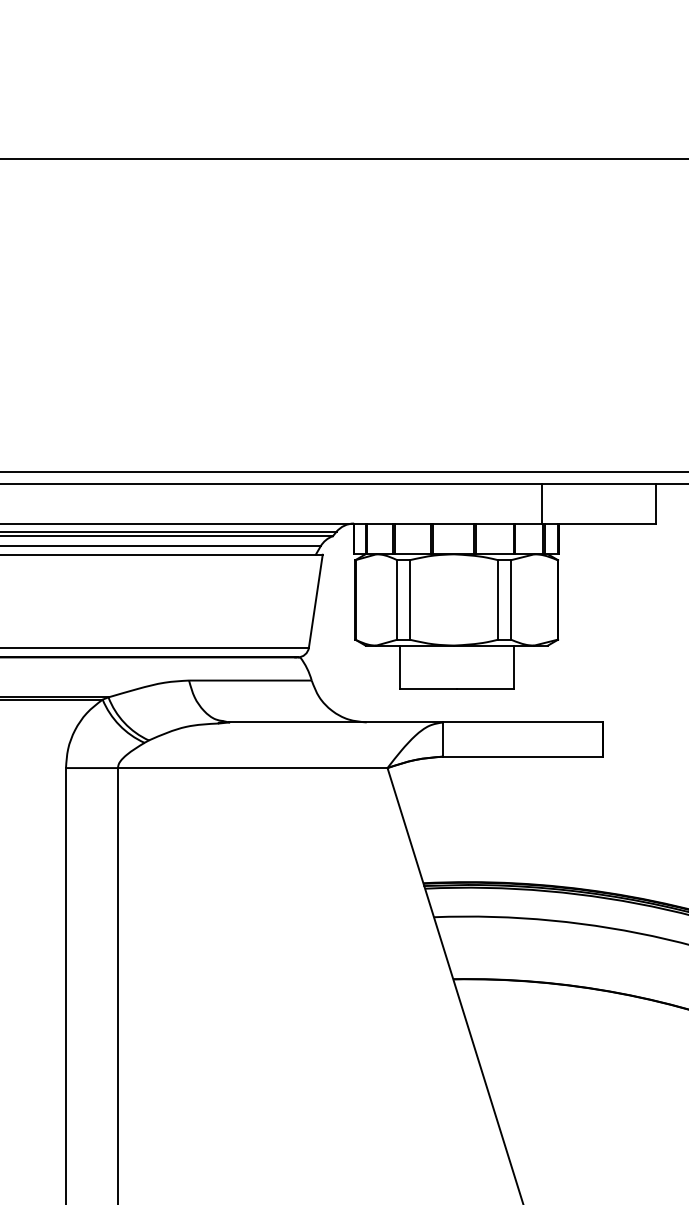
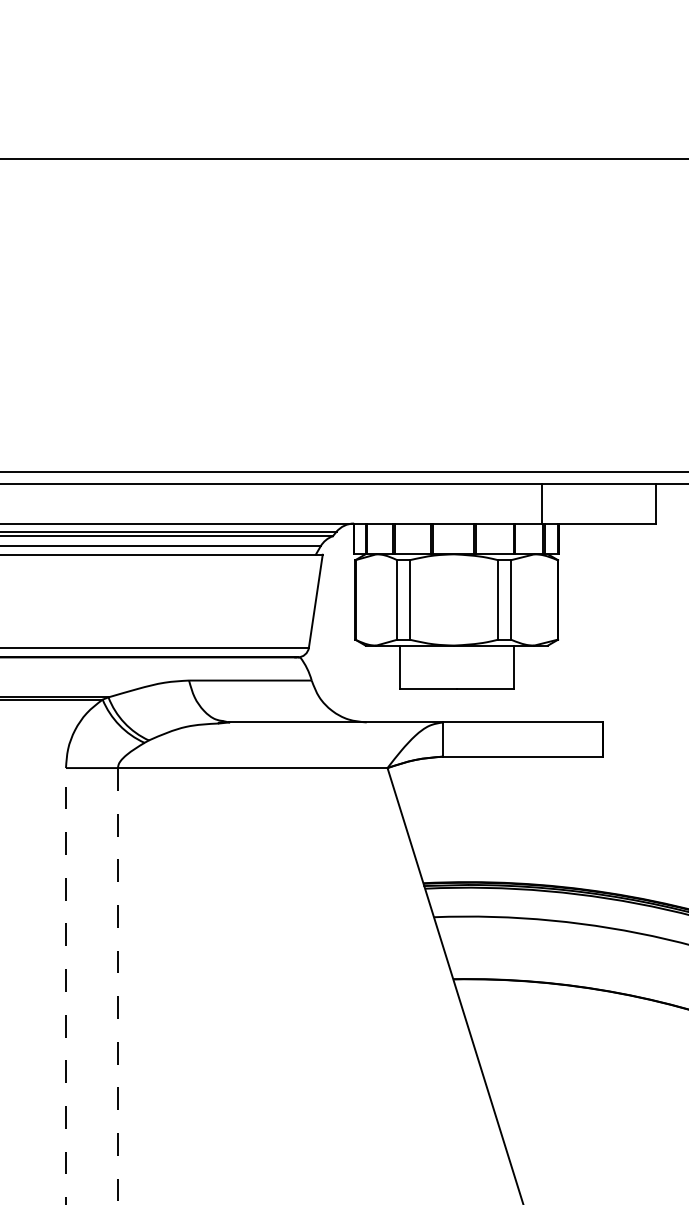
line at (65, 985): solid -> dashed
line at (117, 987): solid -> dashed
